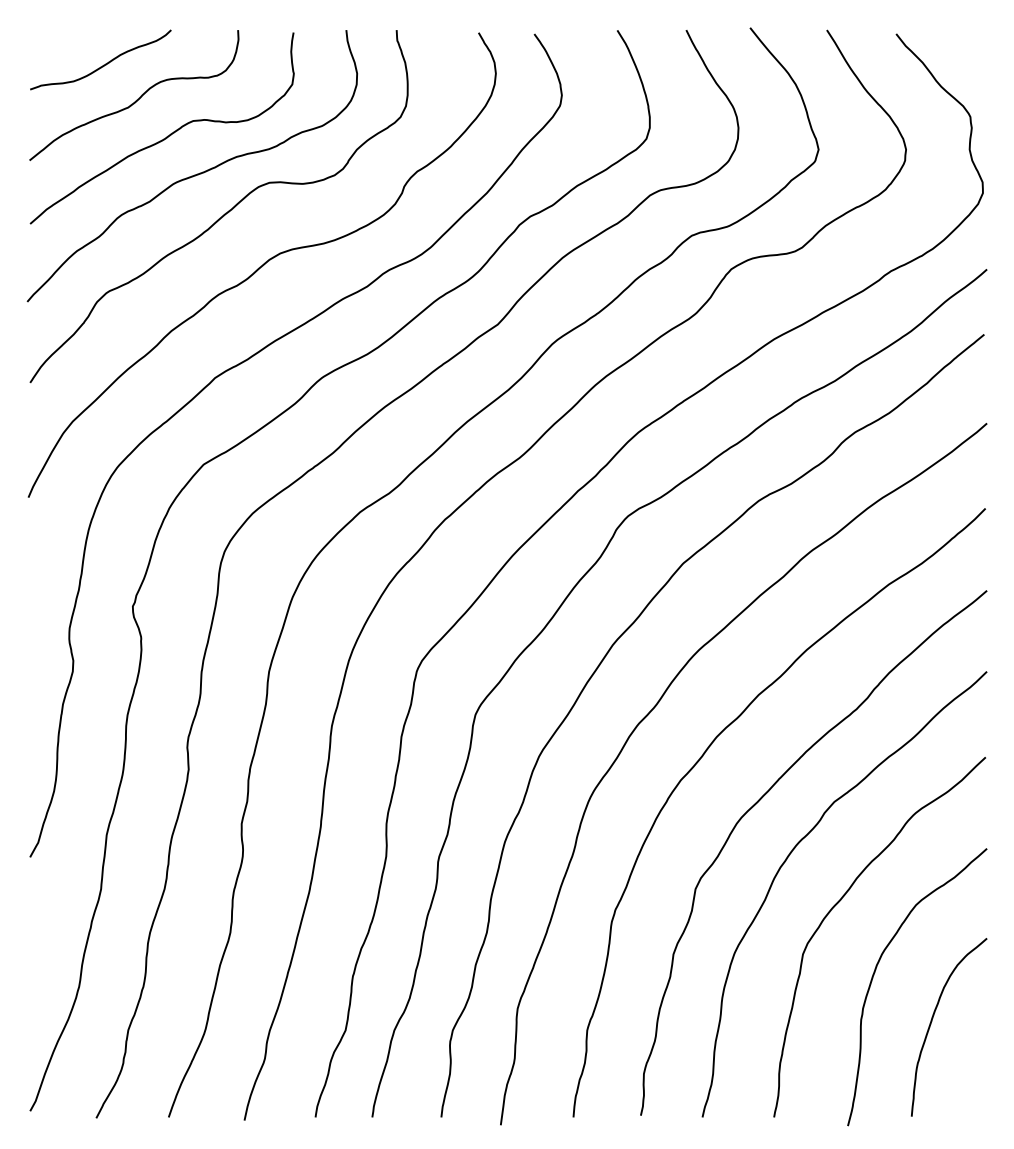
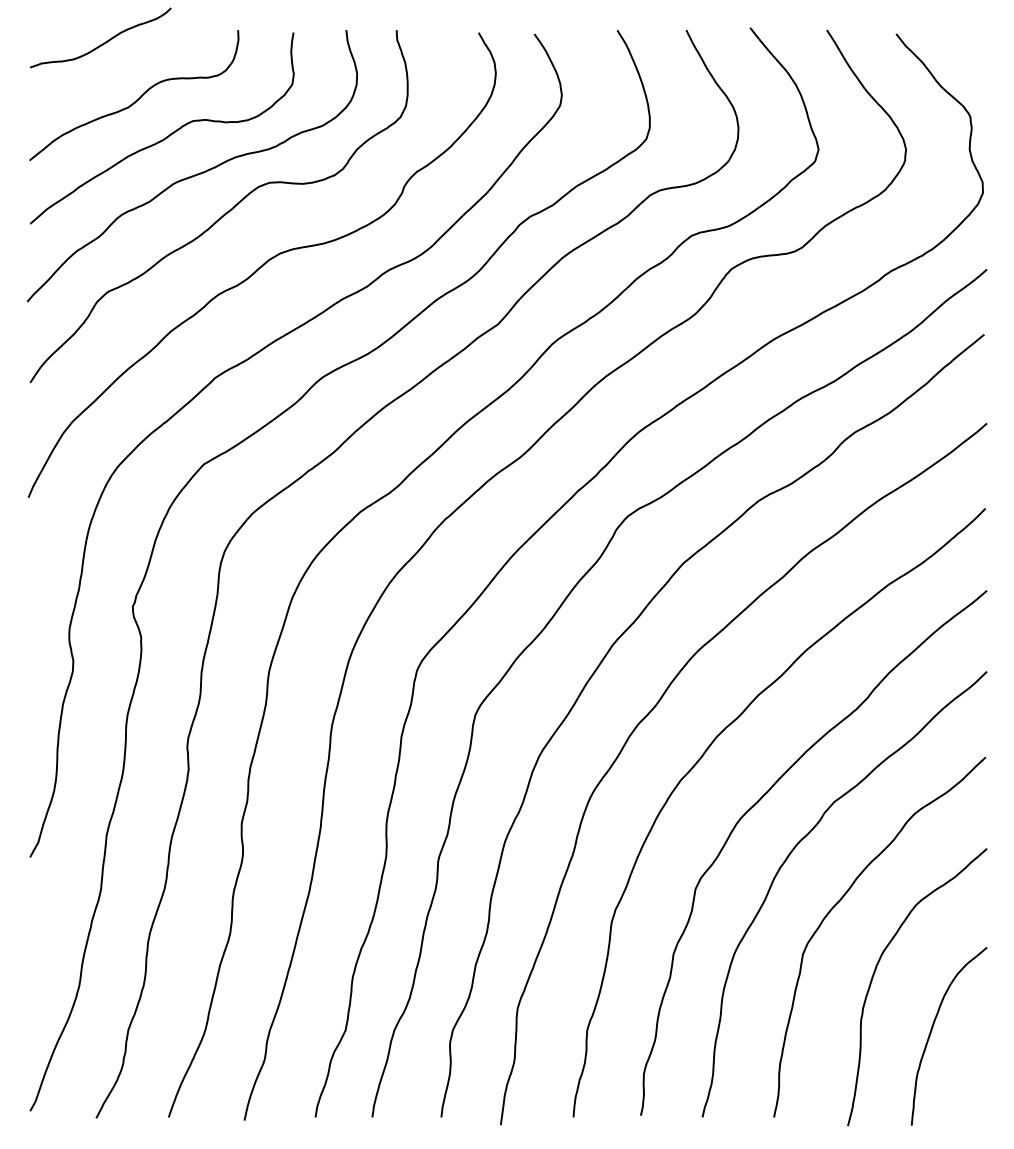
curve at (103, 64) position: (103, 64) -> (103, 42)
curve at (932, 1021) position: (932, 1021) -> (932, 1030)
